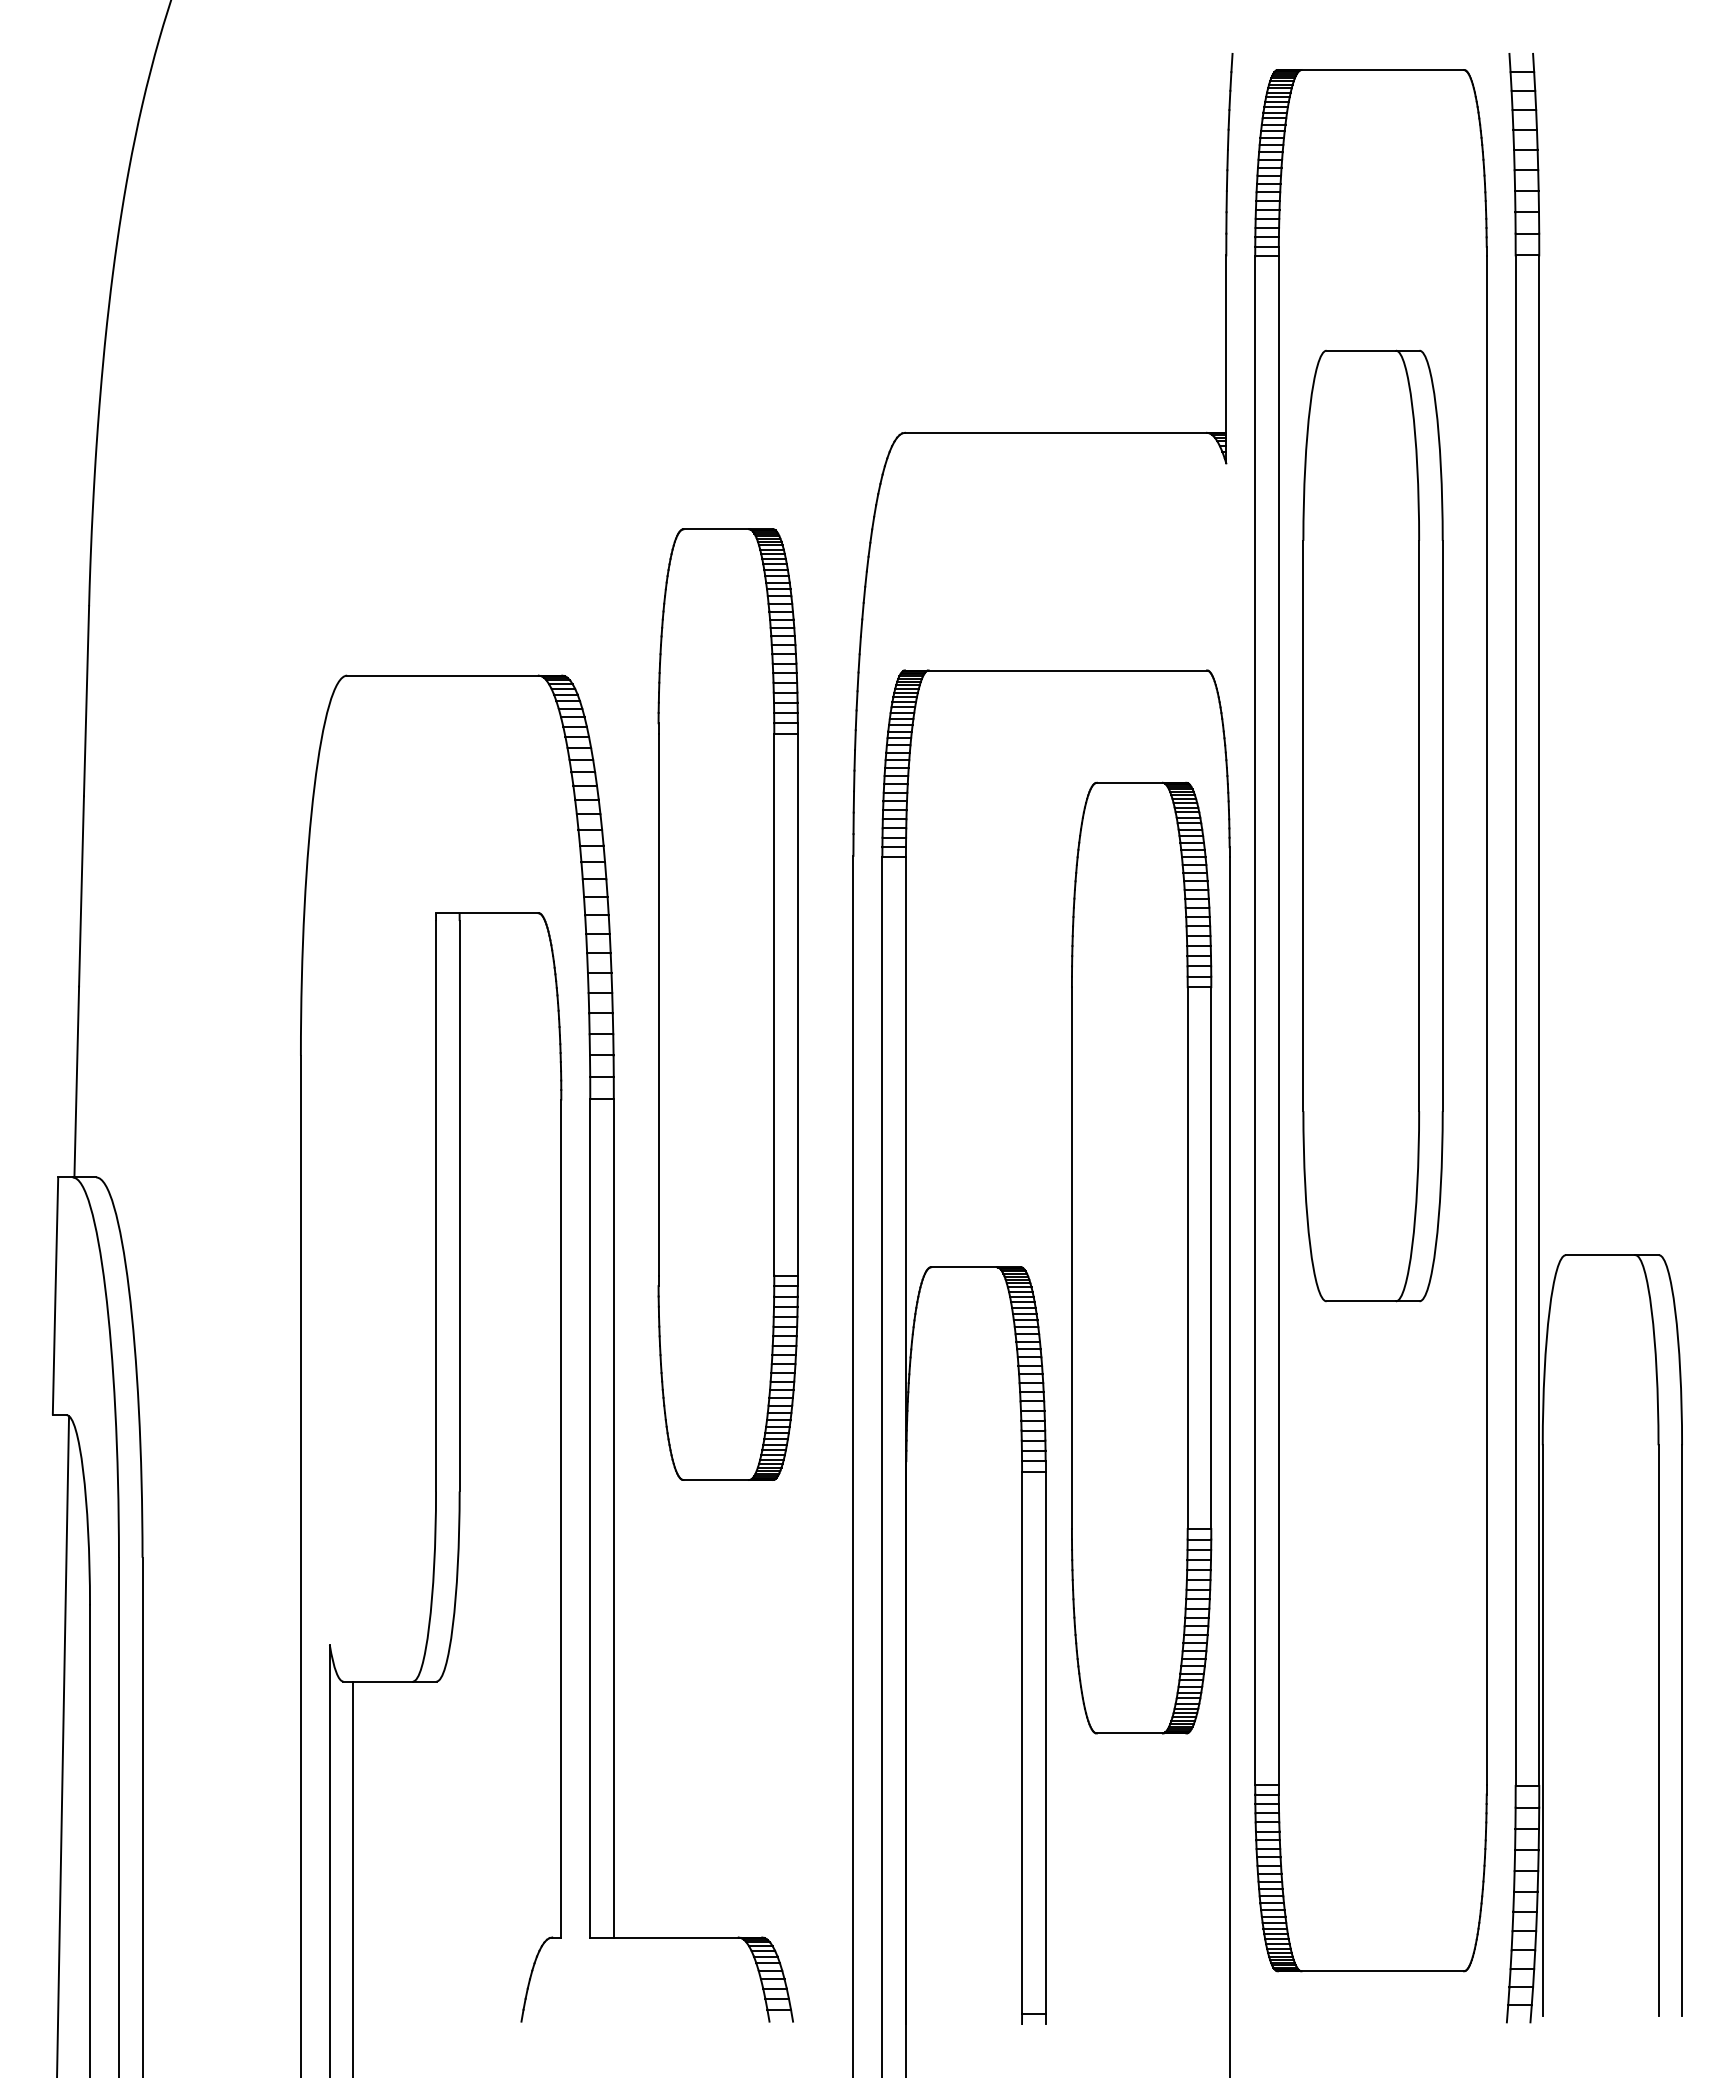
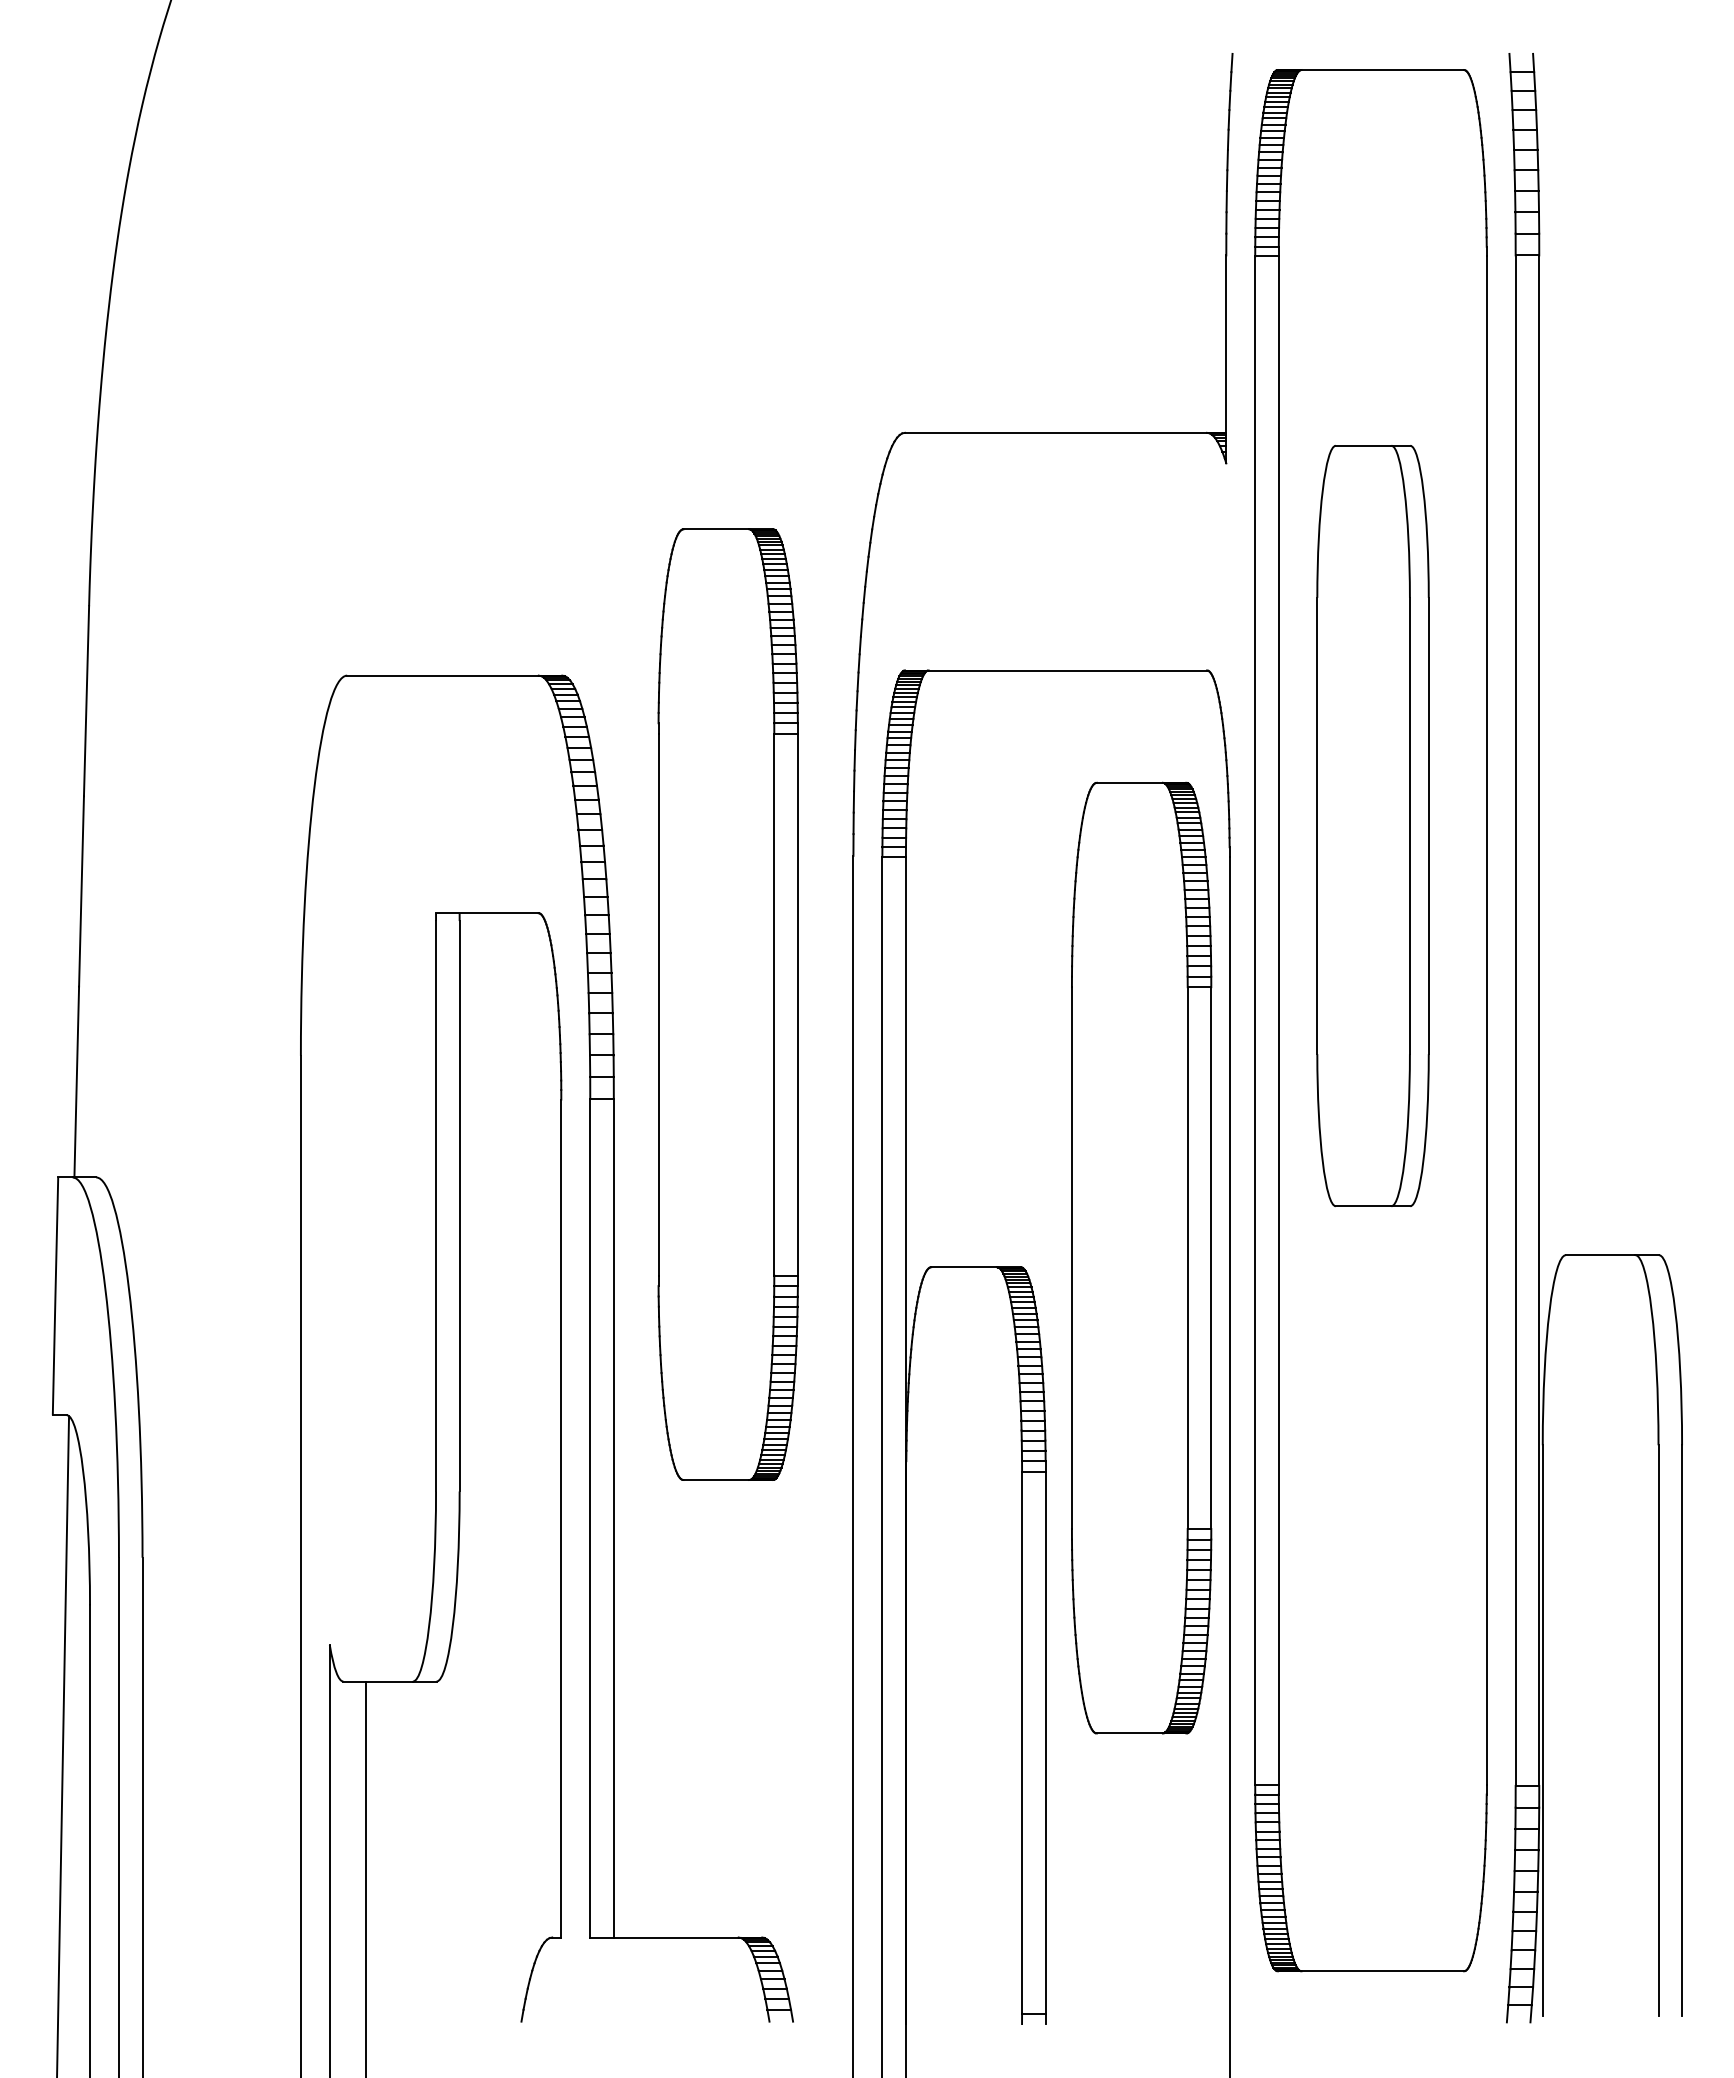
part at (1372, 825) size: 142x954 px -> 114x763 px
line at (353, 1877) position: (353, 1877) -> (366, 1877)
